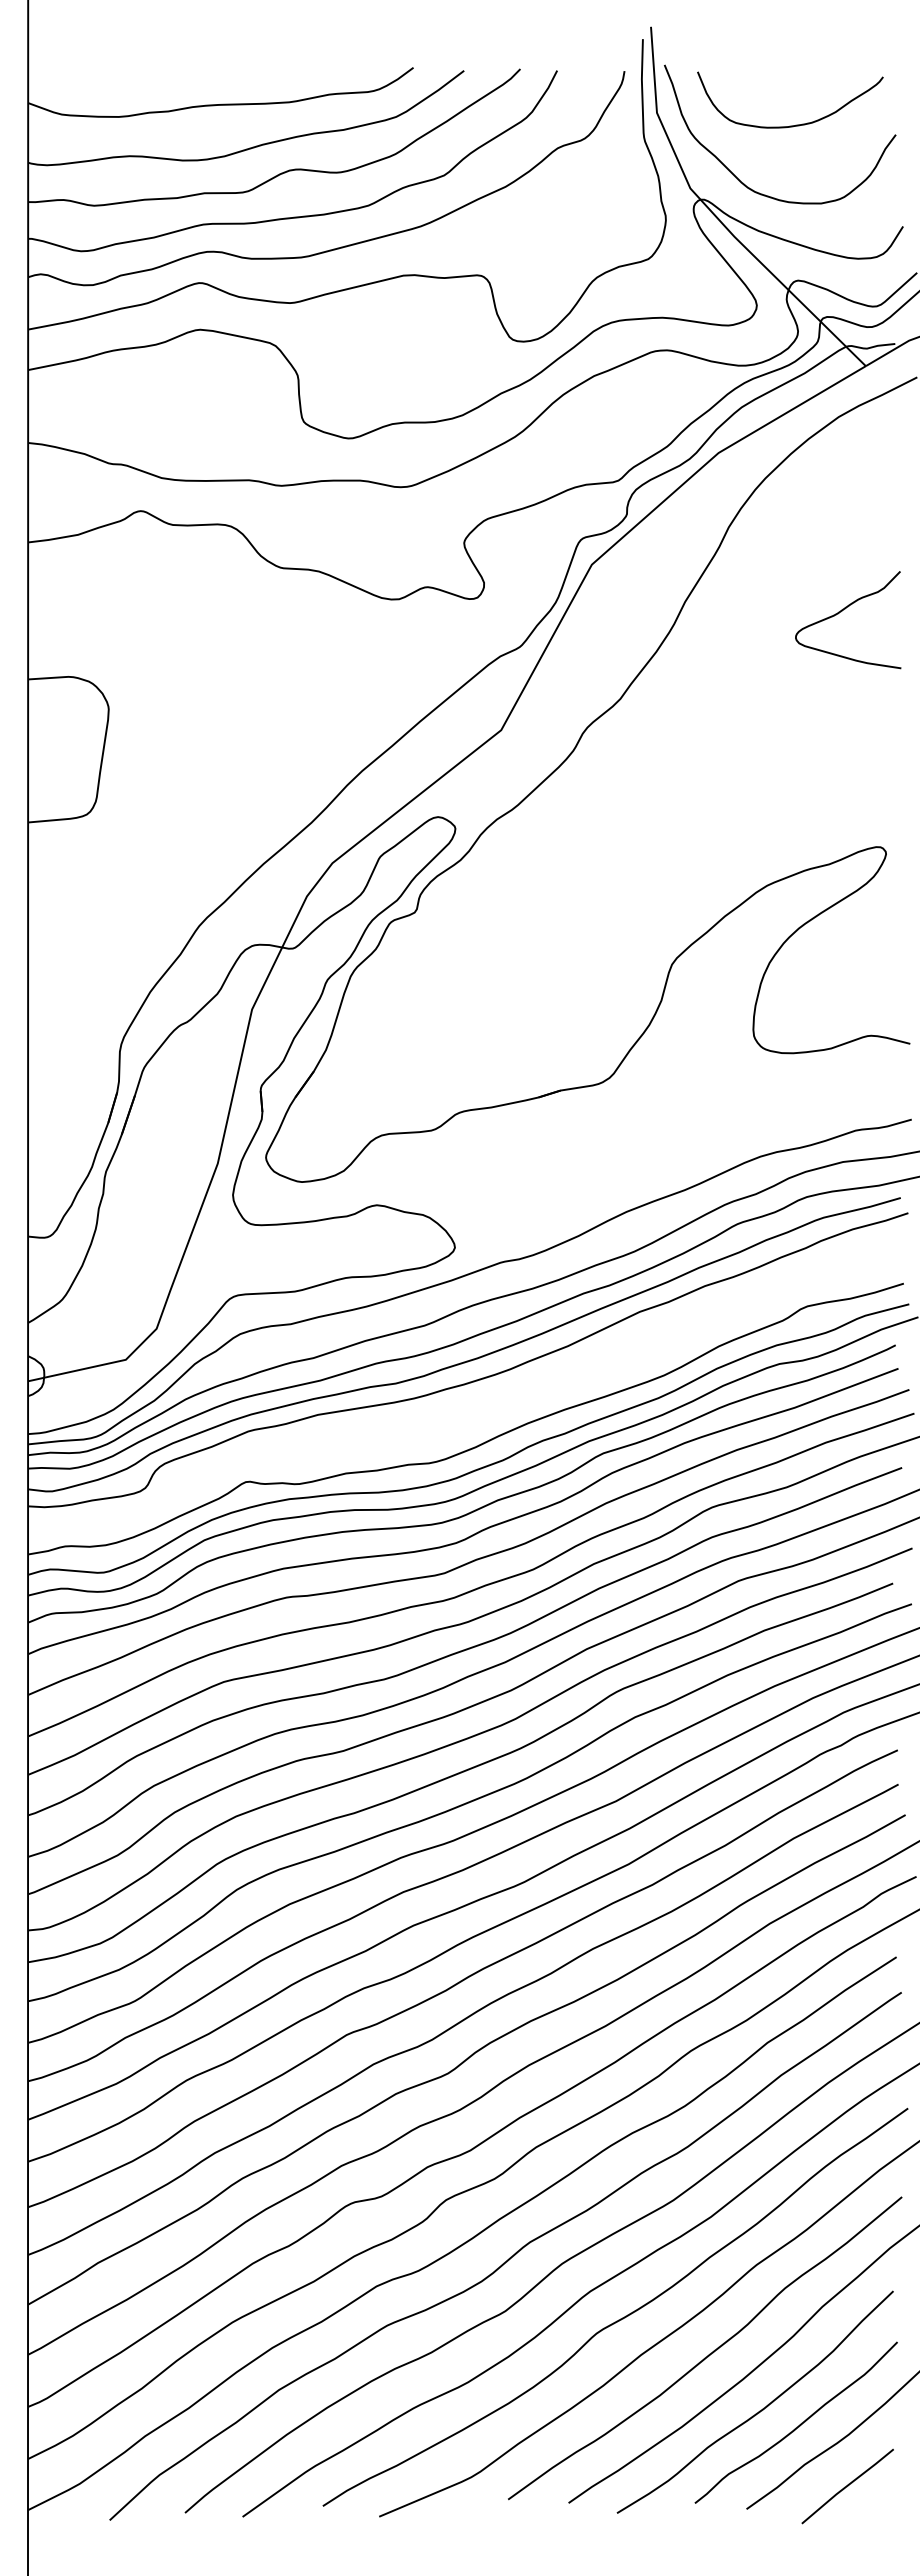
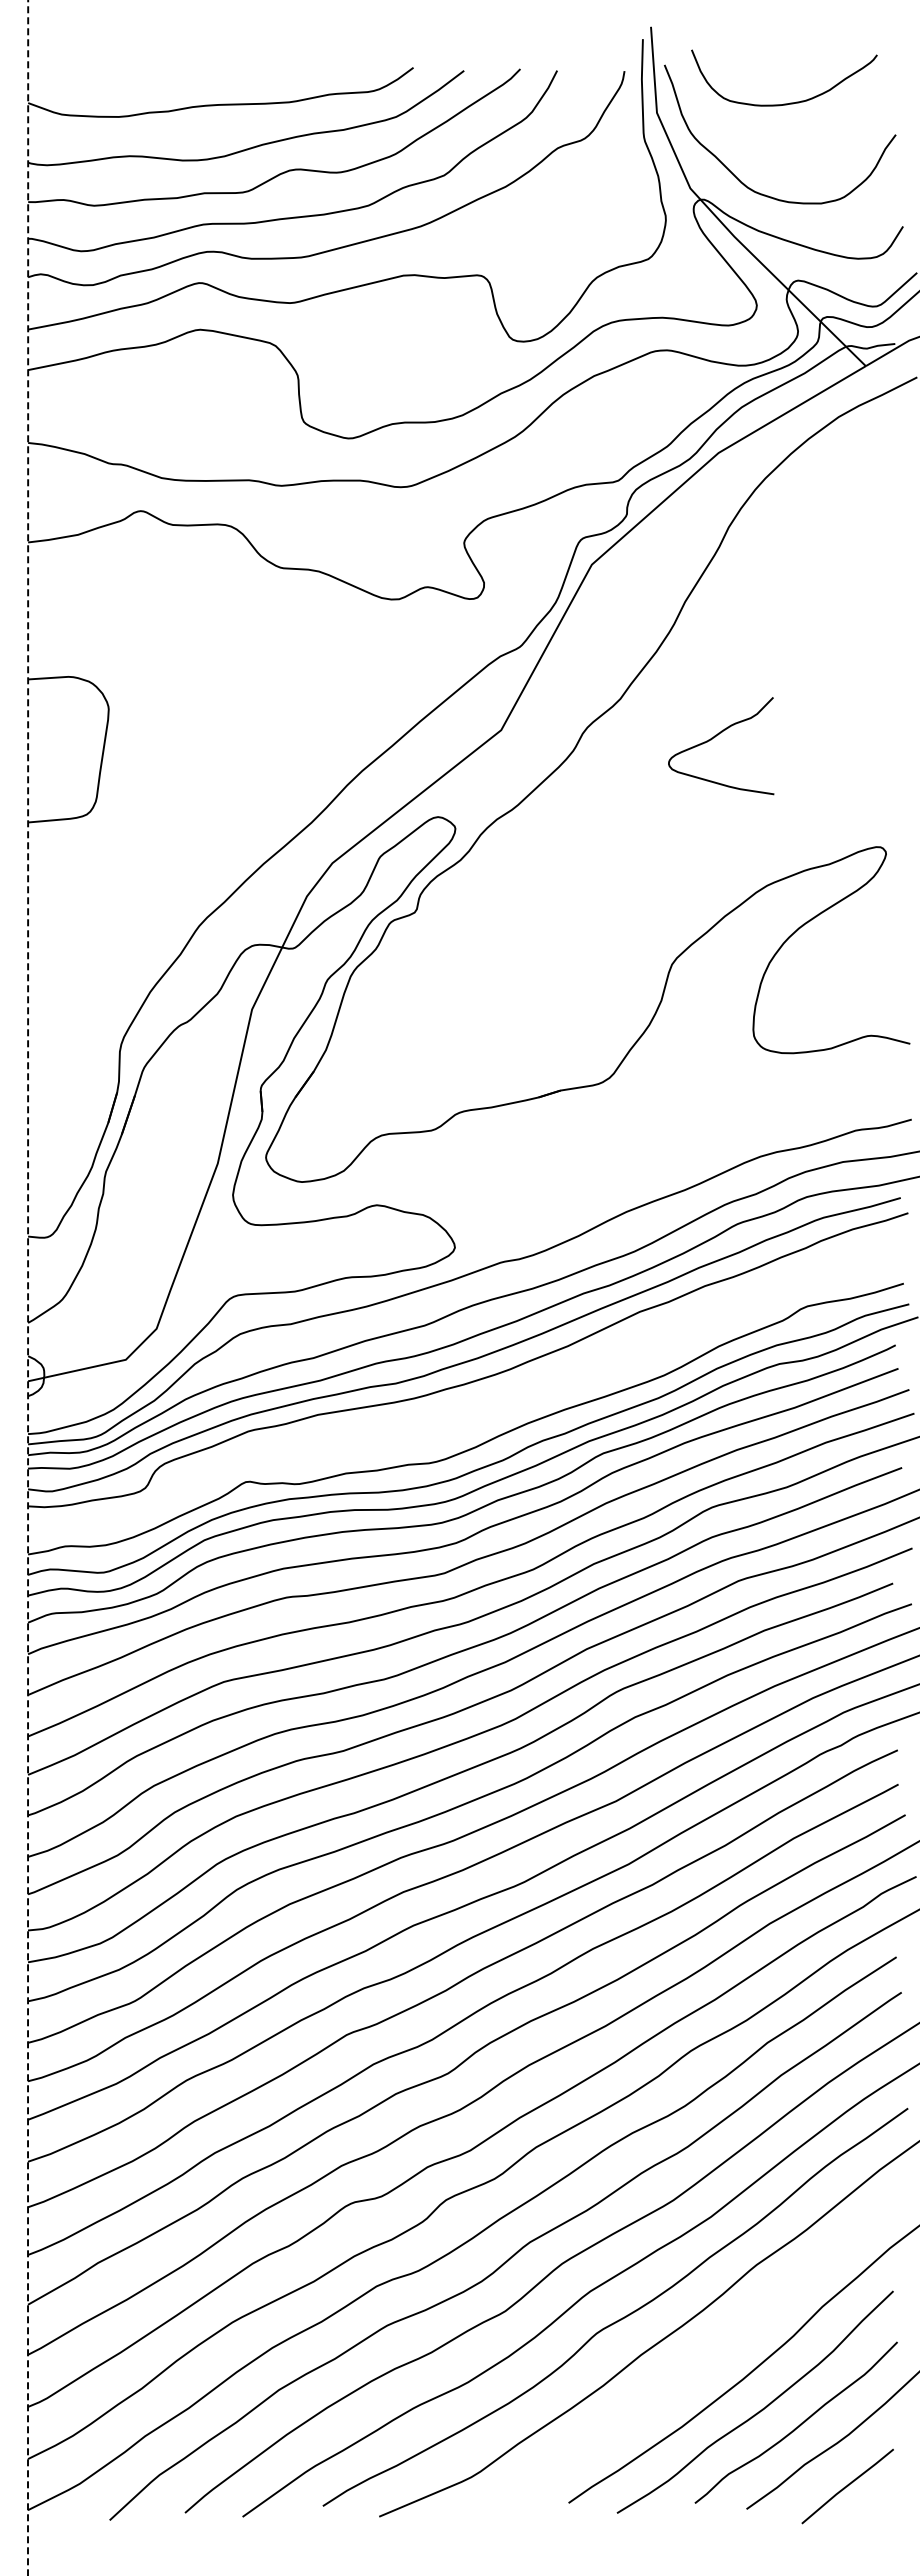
curve at (796, 124) position: (796, 124) -> (790, 102)
curve at (842, 611) position: (842, 611) -> (715, 737)
line at (28, 1287): solid -> dashed
curve at (709, 2353): present -> none
